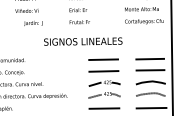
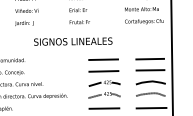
text at (33, 23) position: (33, 23) -> (24, 23)
text at (83, 41) position: (83, 41) -> (73, 41)
